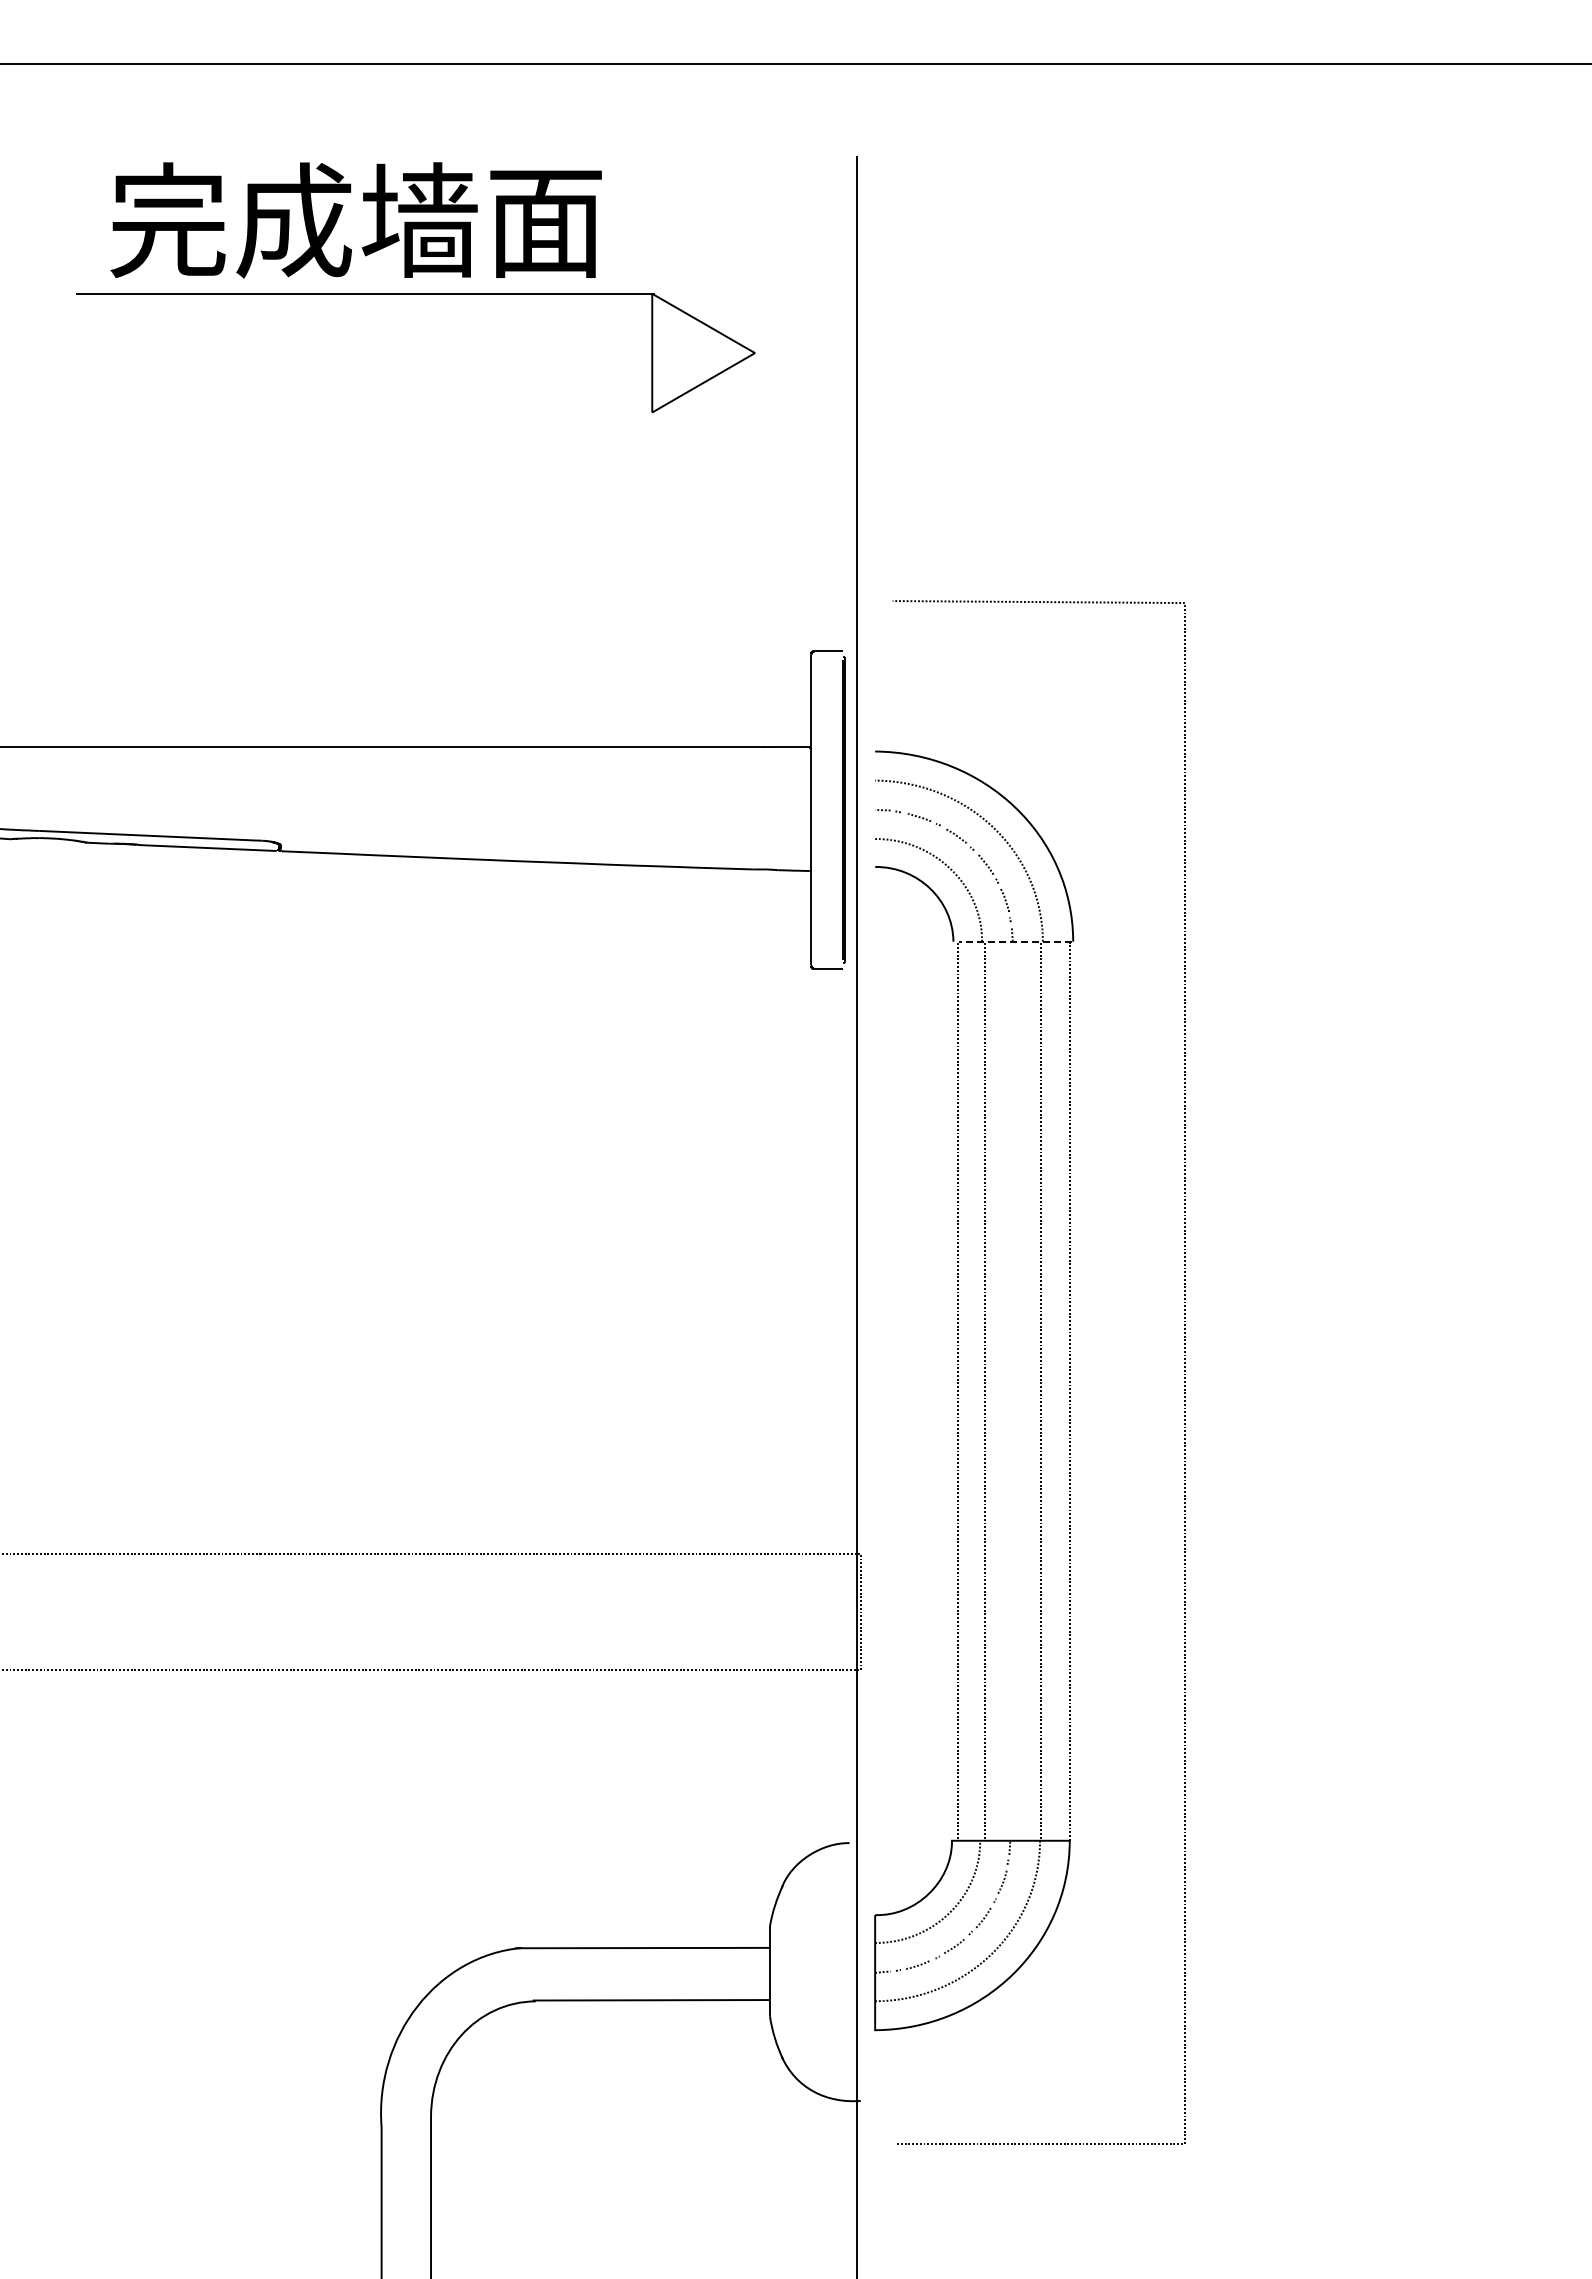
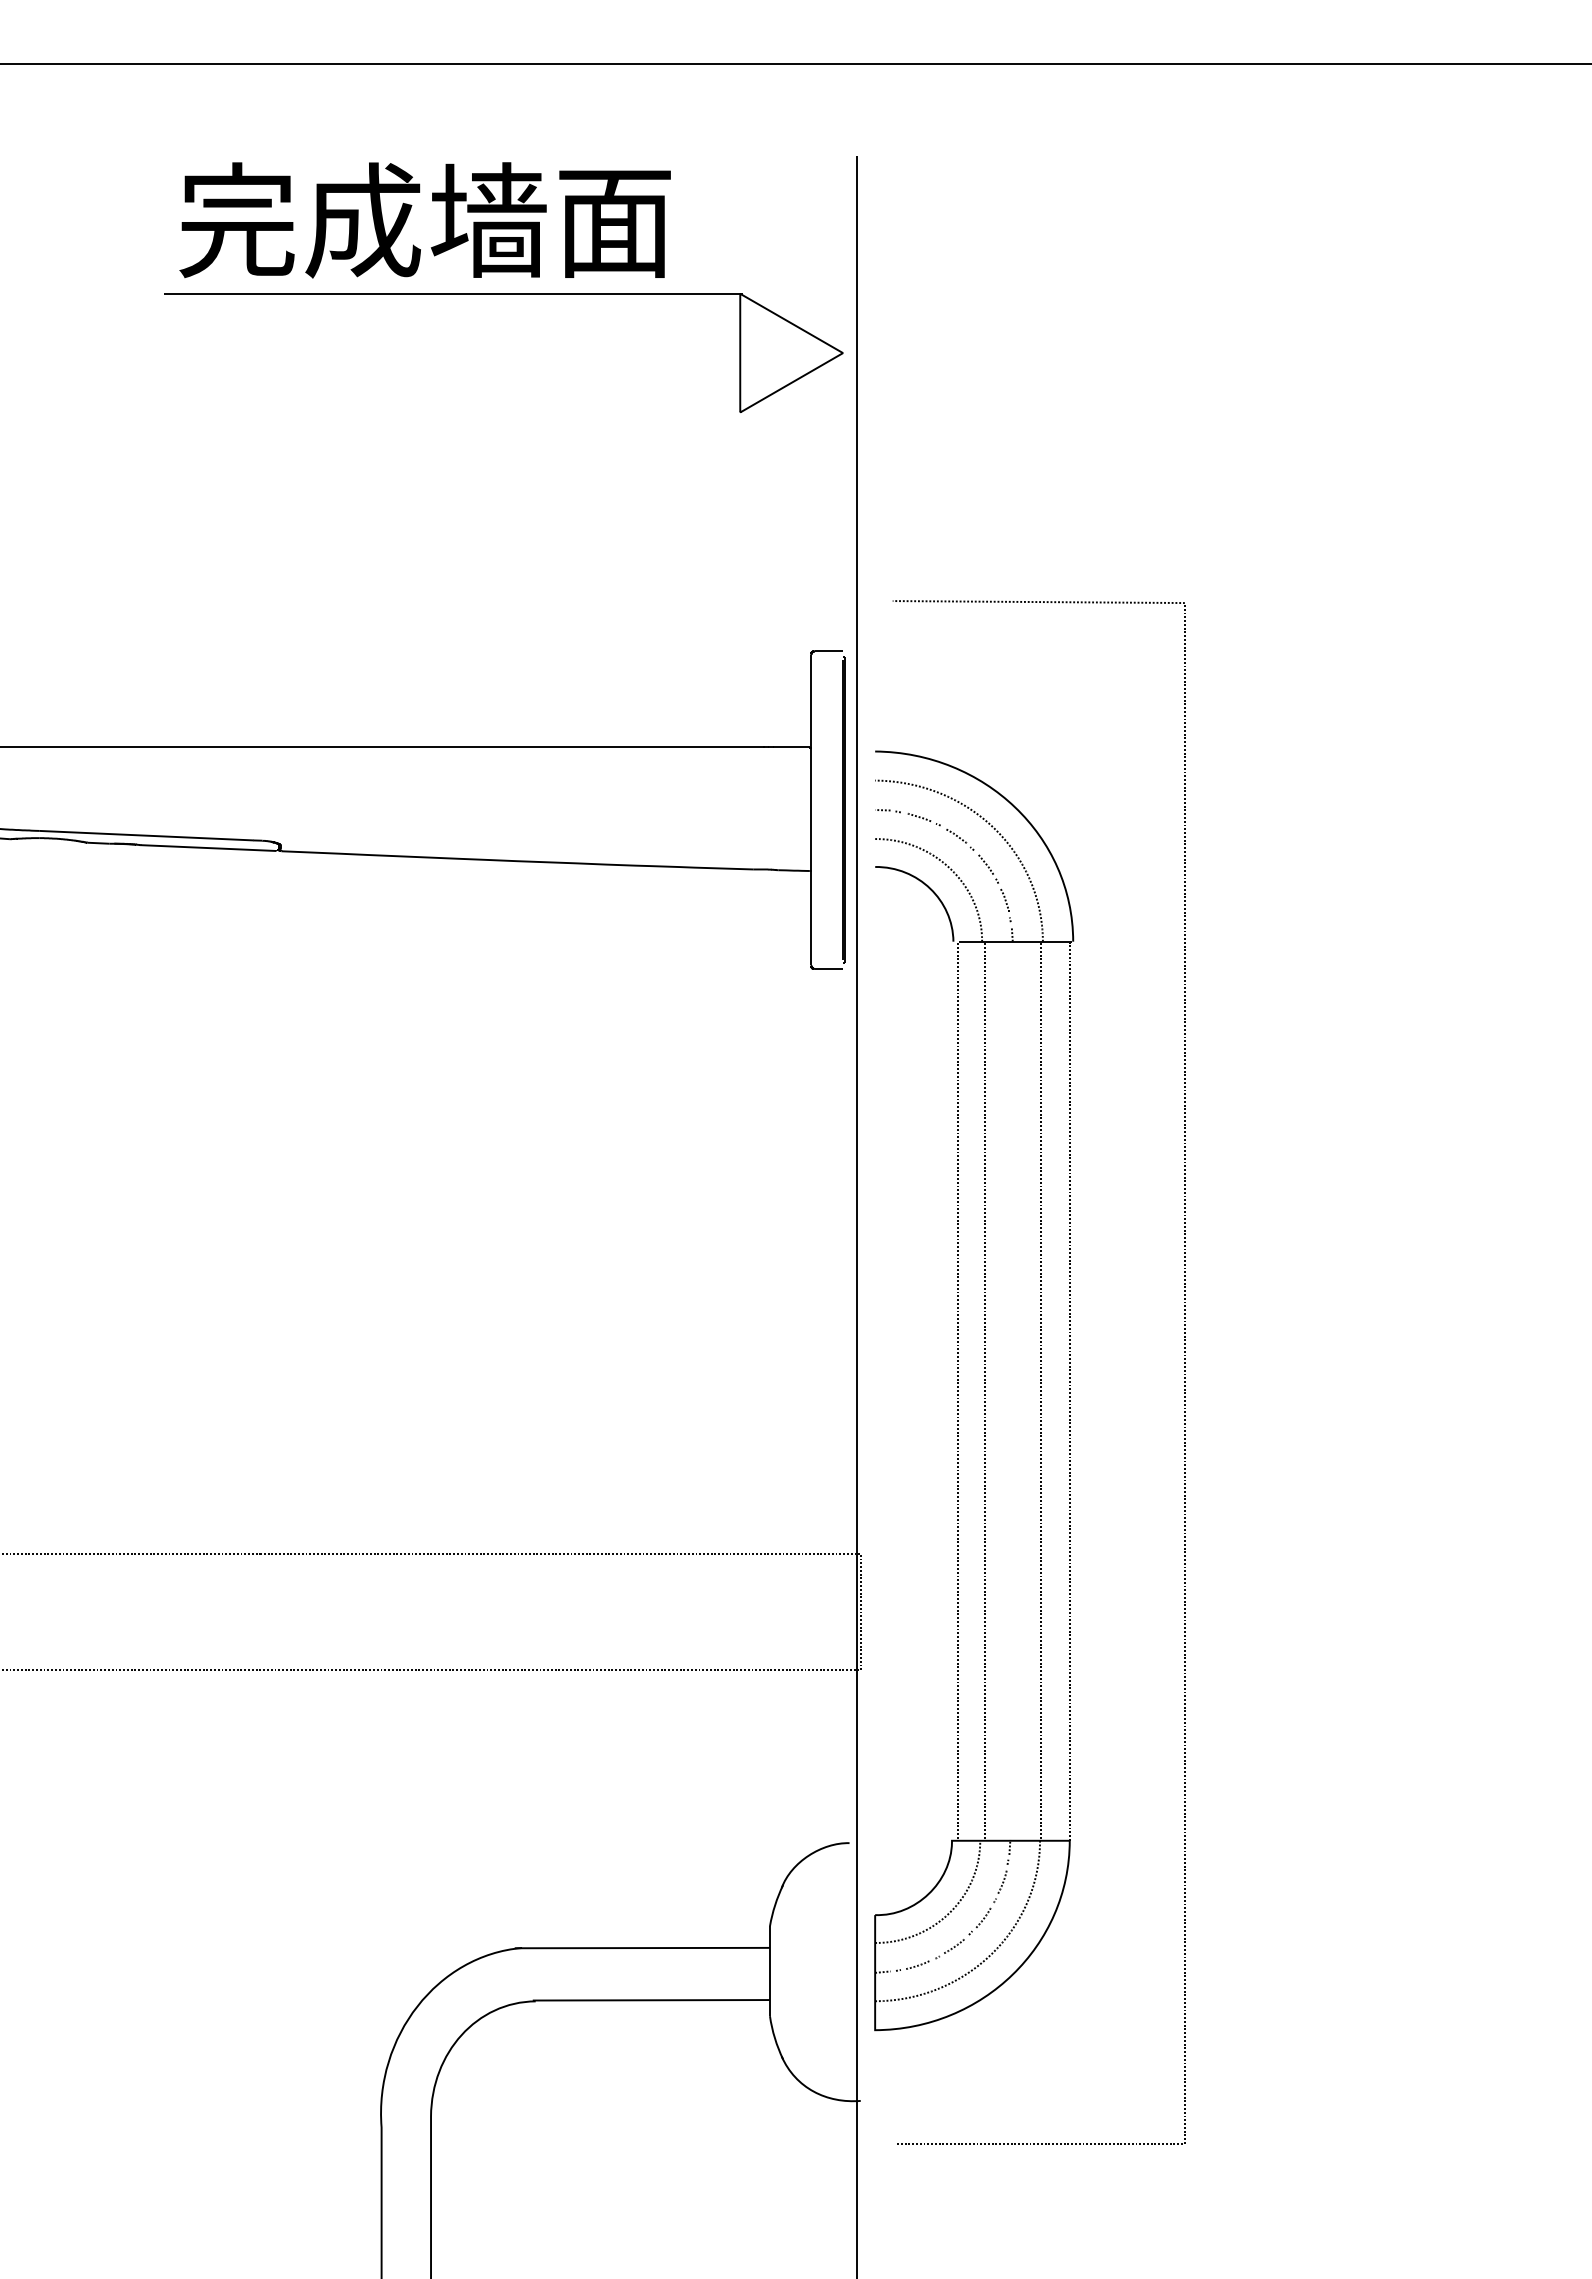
text at (355, 220) position: (355, 220) -> (424, 220)
part at (415, 294) position: (415, 294) -> (503, 294)
line at (1015, 941): dashed -> solid
